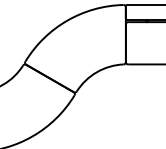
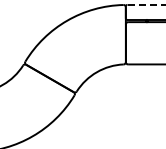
line at (146, 4): solid -> dashed
